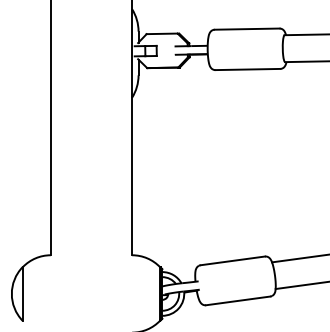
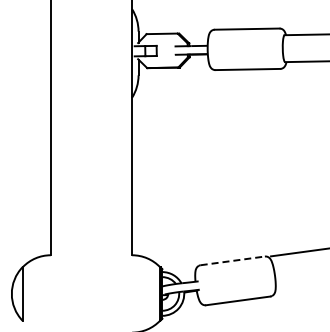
line at (299, 258) position: (299, 258) -> (298, 252)
line at (233, 260): solid -> dashed
line at (300, 285): present -> none
